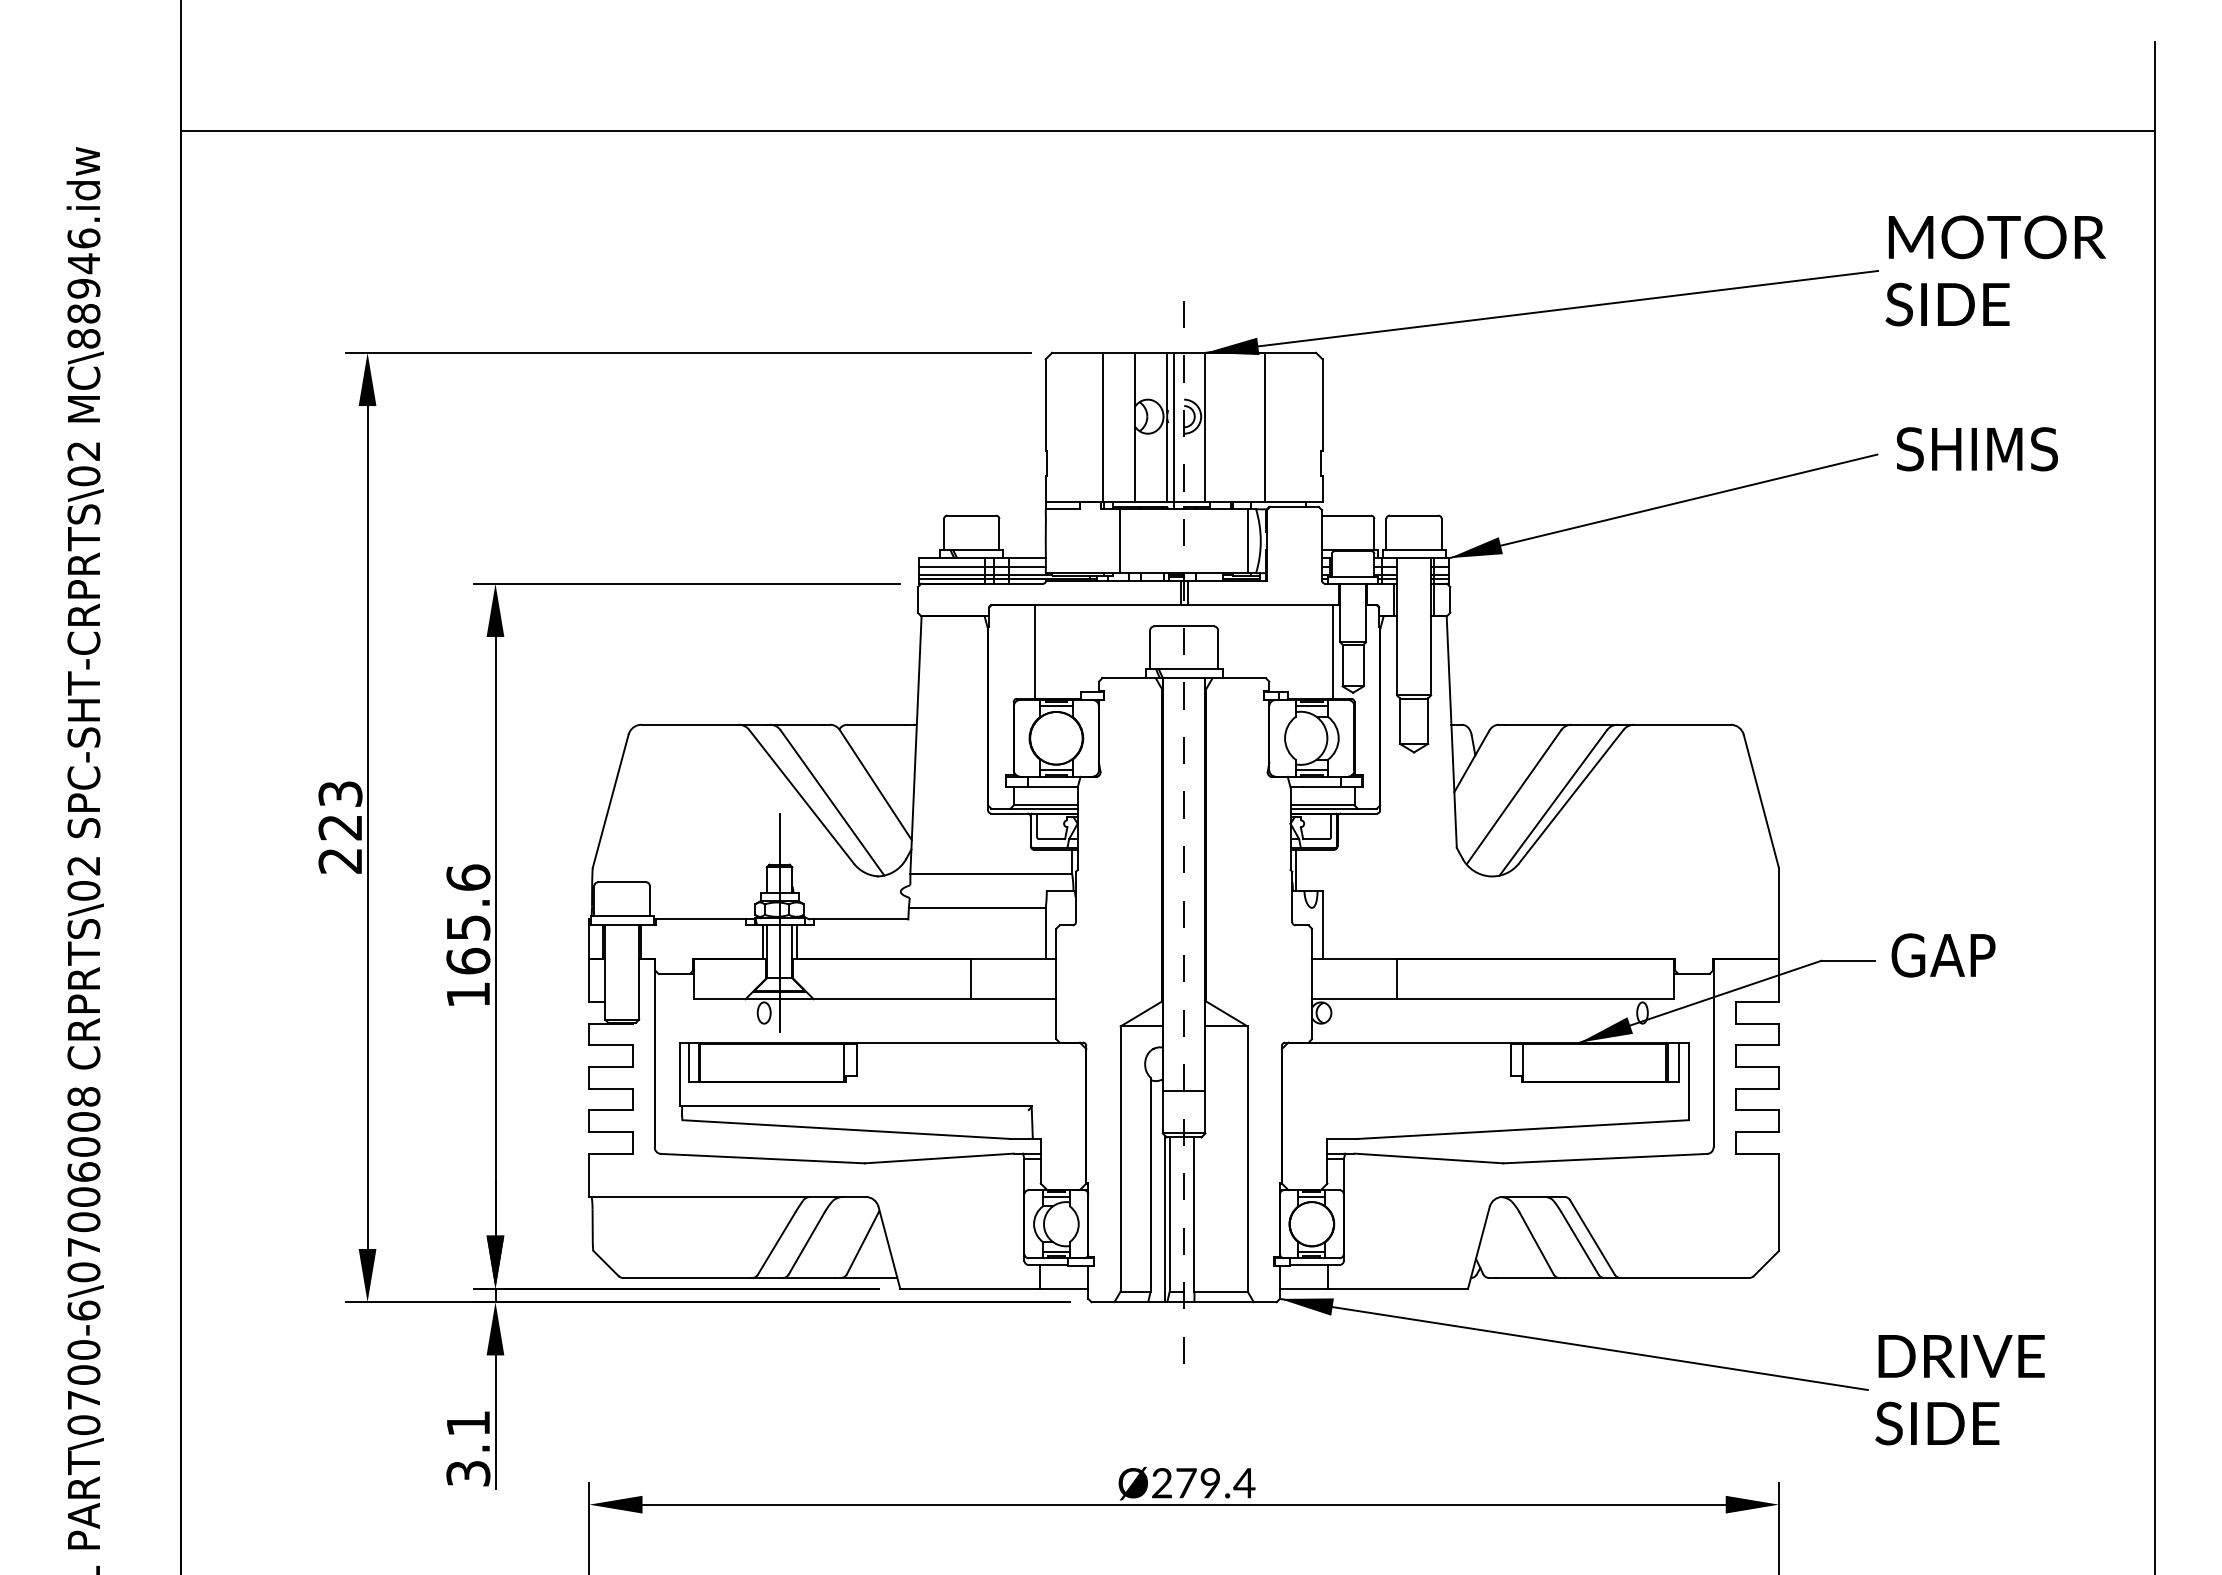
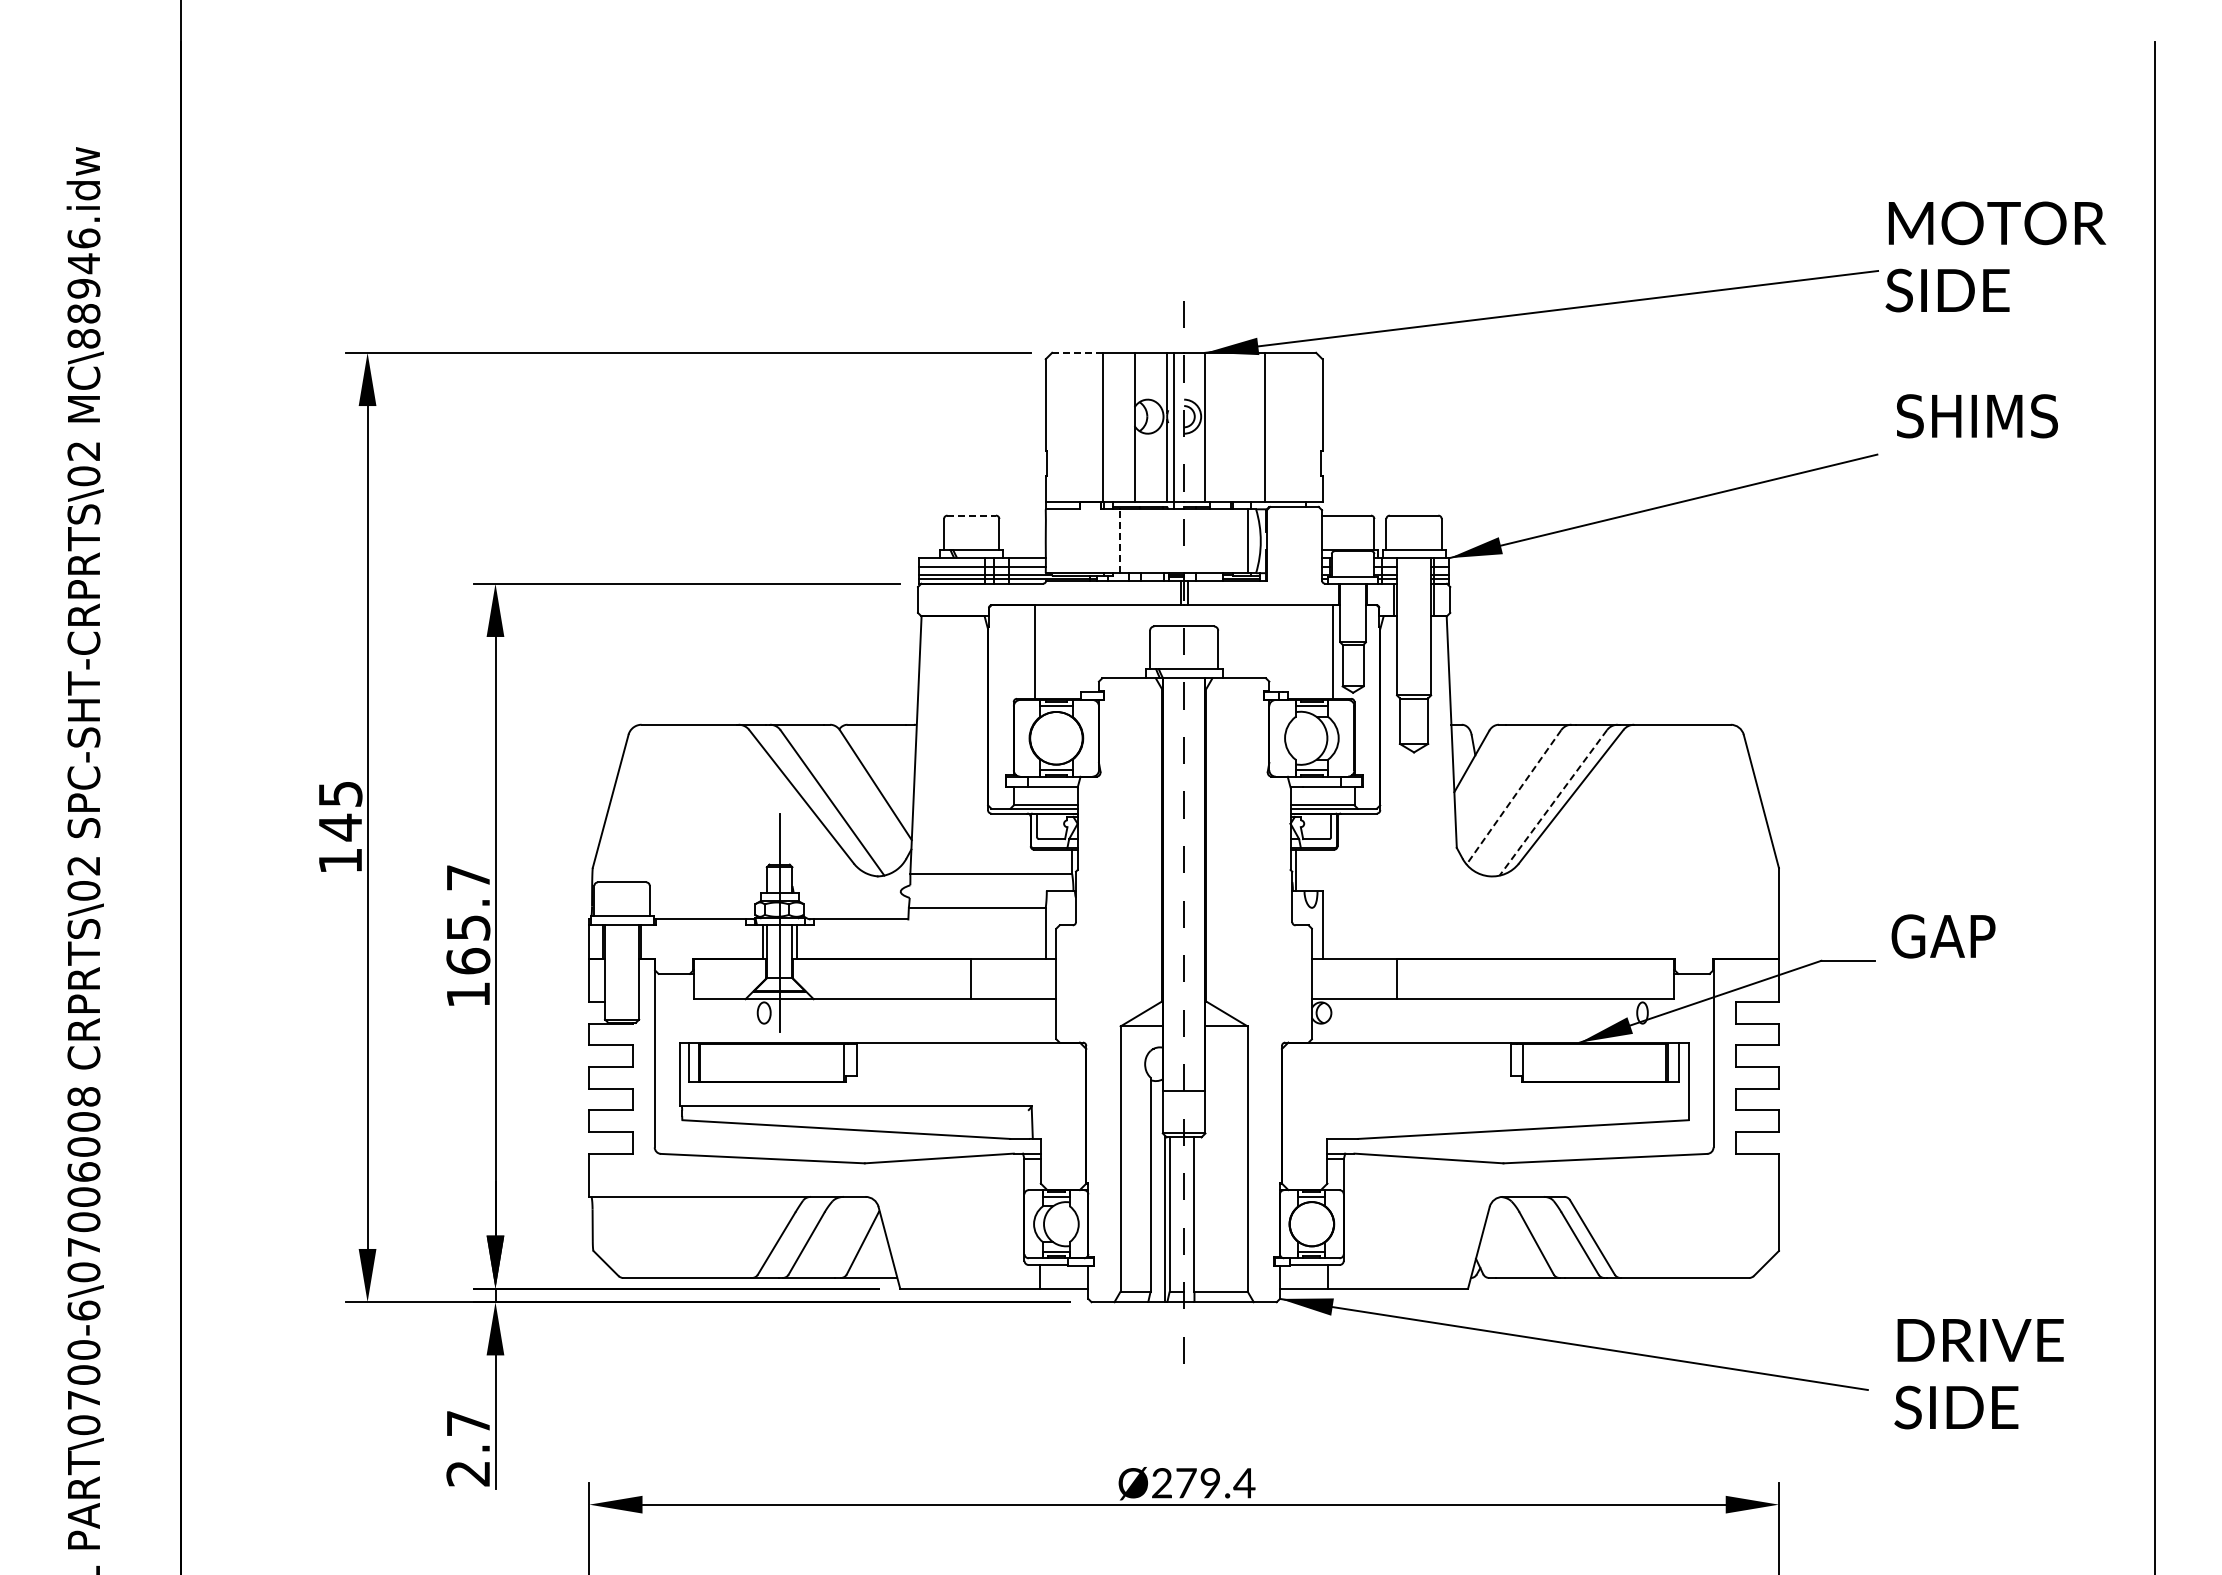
line at (1168, 130): present -> none
text at (1995, 270) position: (1995, 270) -> (1995, 256)
line at (1077, 352): solid -> dashed
text at (1977, 449) position: (1977, 449) -> (1977, 416)
line at (972, 515): solid -> dashed
line at (1120, 541): solid -> dashed
line at (1514, 796): solid -> dashed
line at (1553, 803): solid -> dashed
text at (339, 827): 223 -> 145
text at (468, 877): 165.6 -> 165.7
text at (1943, 955) position: (1943, 955) -> (1943, 936)
text at (1959, 1390) position: (1959, 1390) -> (1978, 1374)
text at (468, 1448): 3.1 -> 2.7
